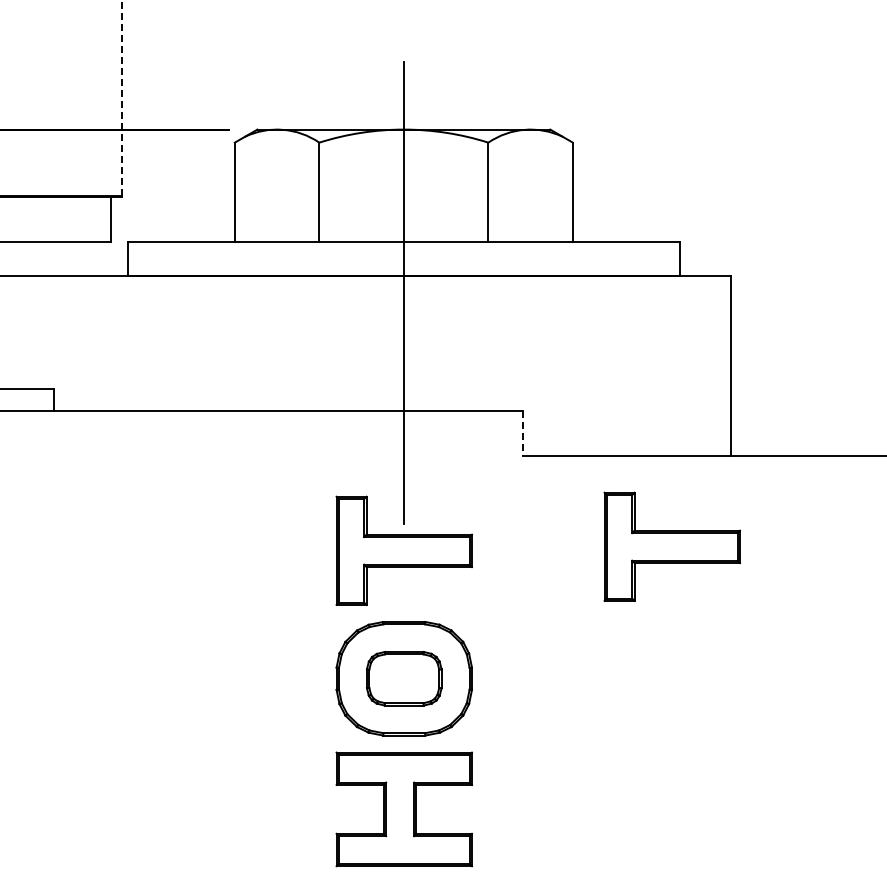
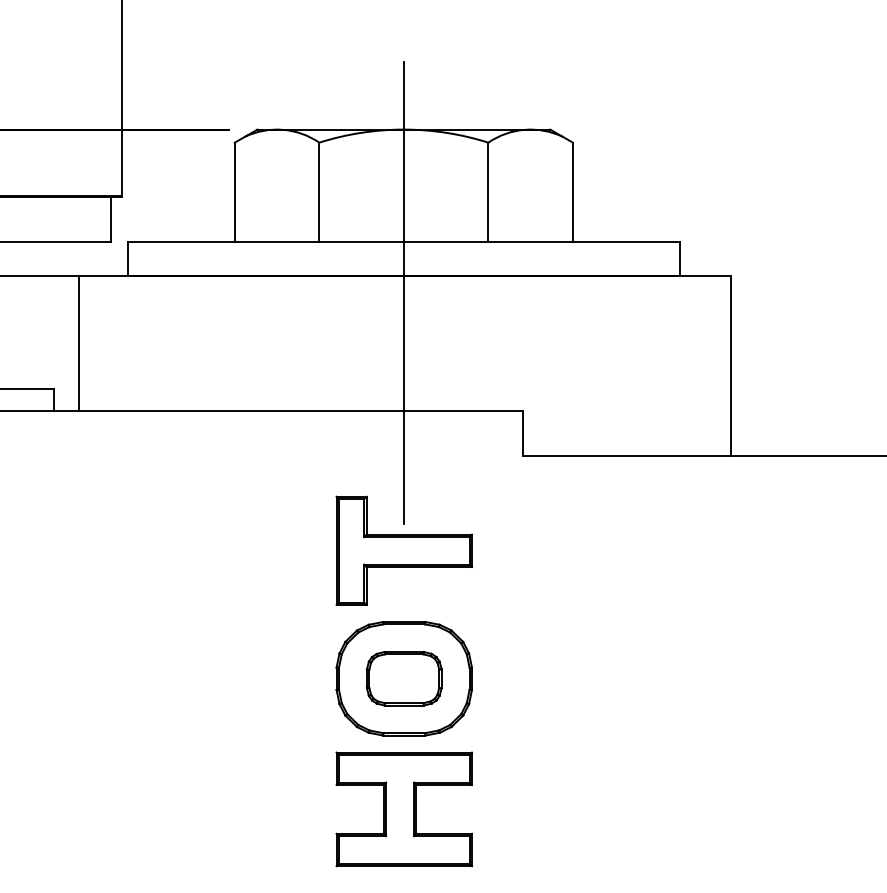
line at (121, 98): dashed -> solid
line at (79, 343): none -> present
line at (523, 433): dashed -> solid
part at (672, 546): present -> none
